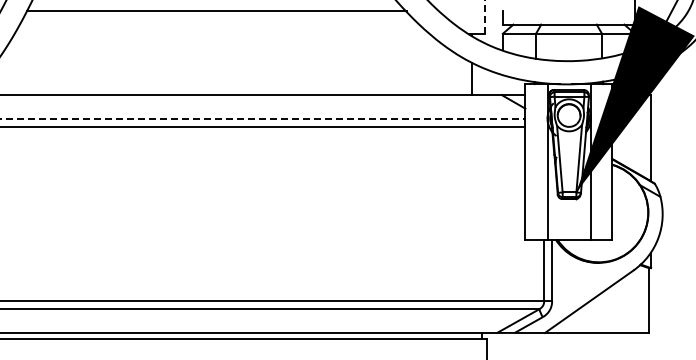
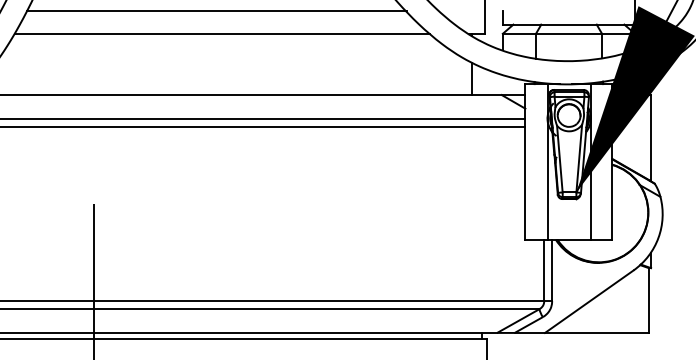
line at (485, 16): dashed -> solid
line at (222, 33): none -> present
line at (263, 118): dashed -> solid
line at (94, 279): none -> present
